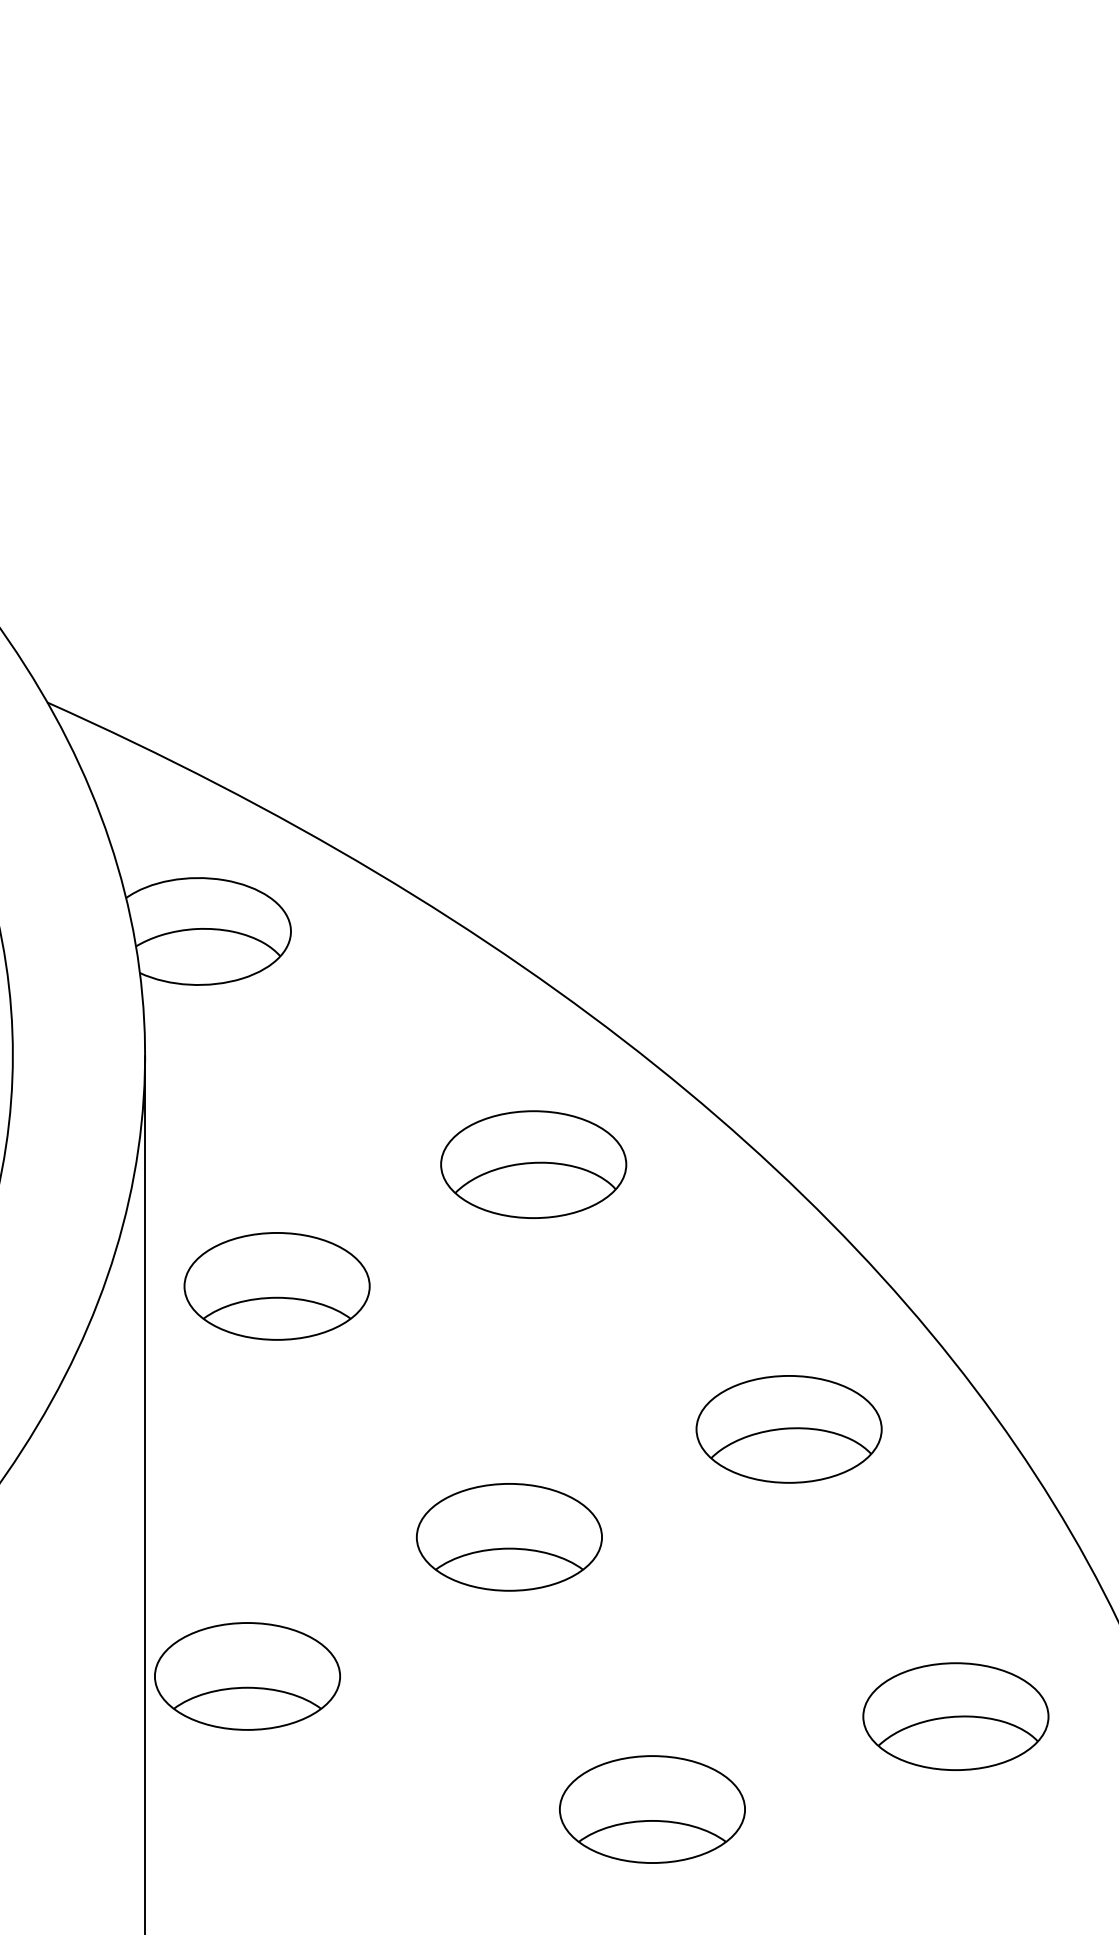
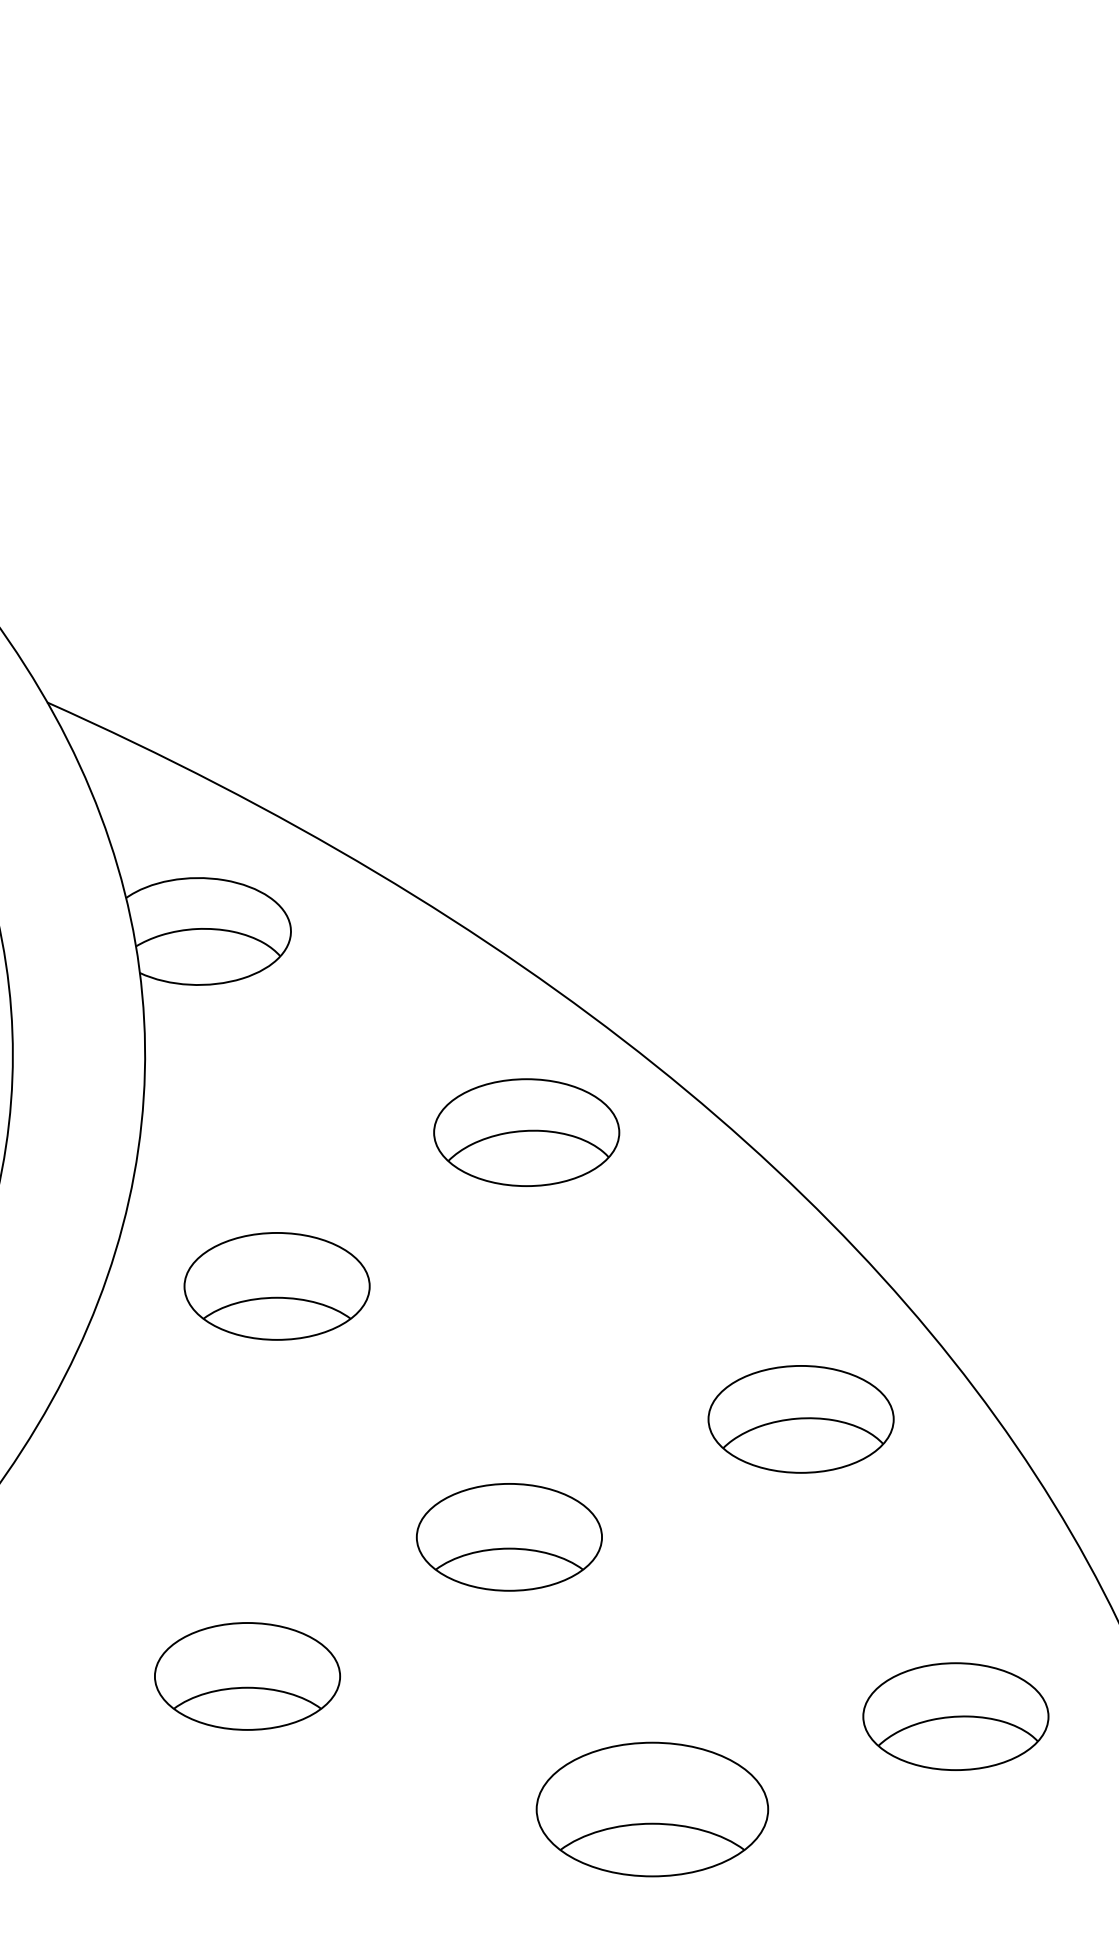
part at (533, 1164) position: (533, 1164) -> (526, 1132)
part at (788, 1429) position: (788, 1429) -> (800, 1419)
line at (145, 1493): present -> none
part at (652, 1809) size: 187x109 px -> 235x137 px
